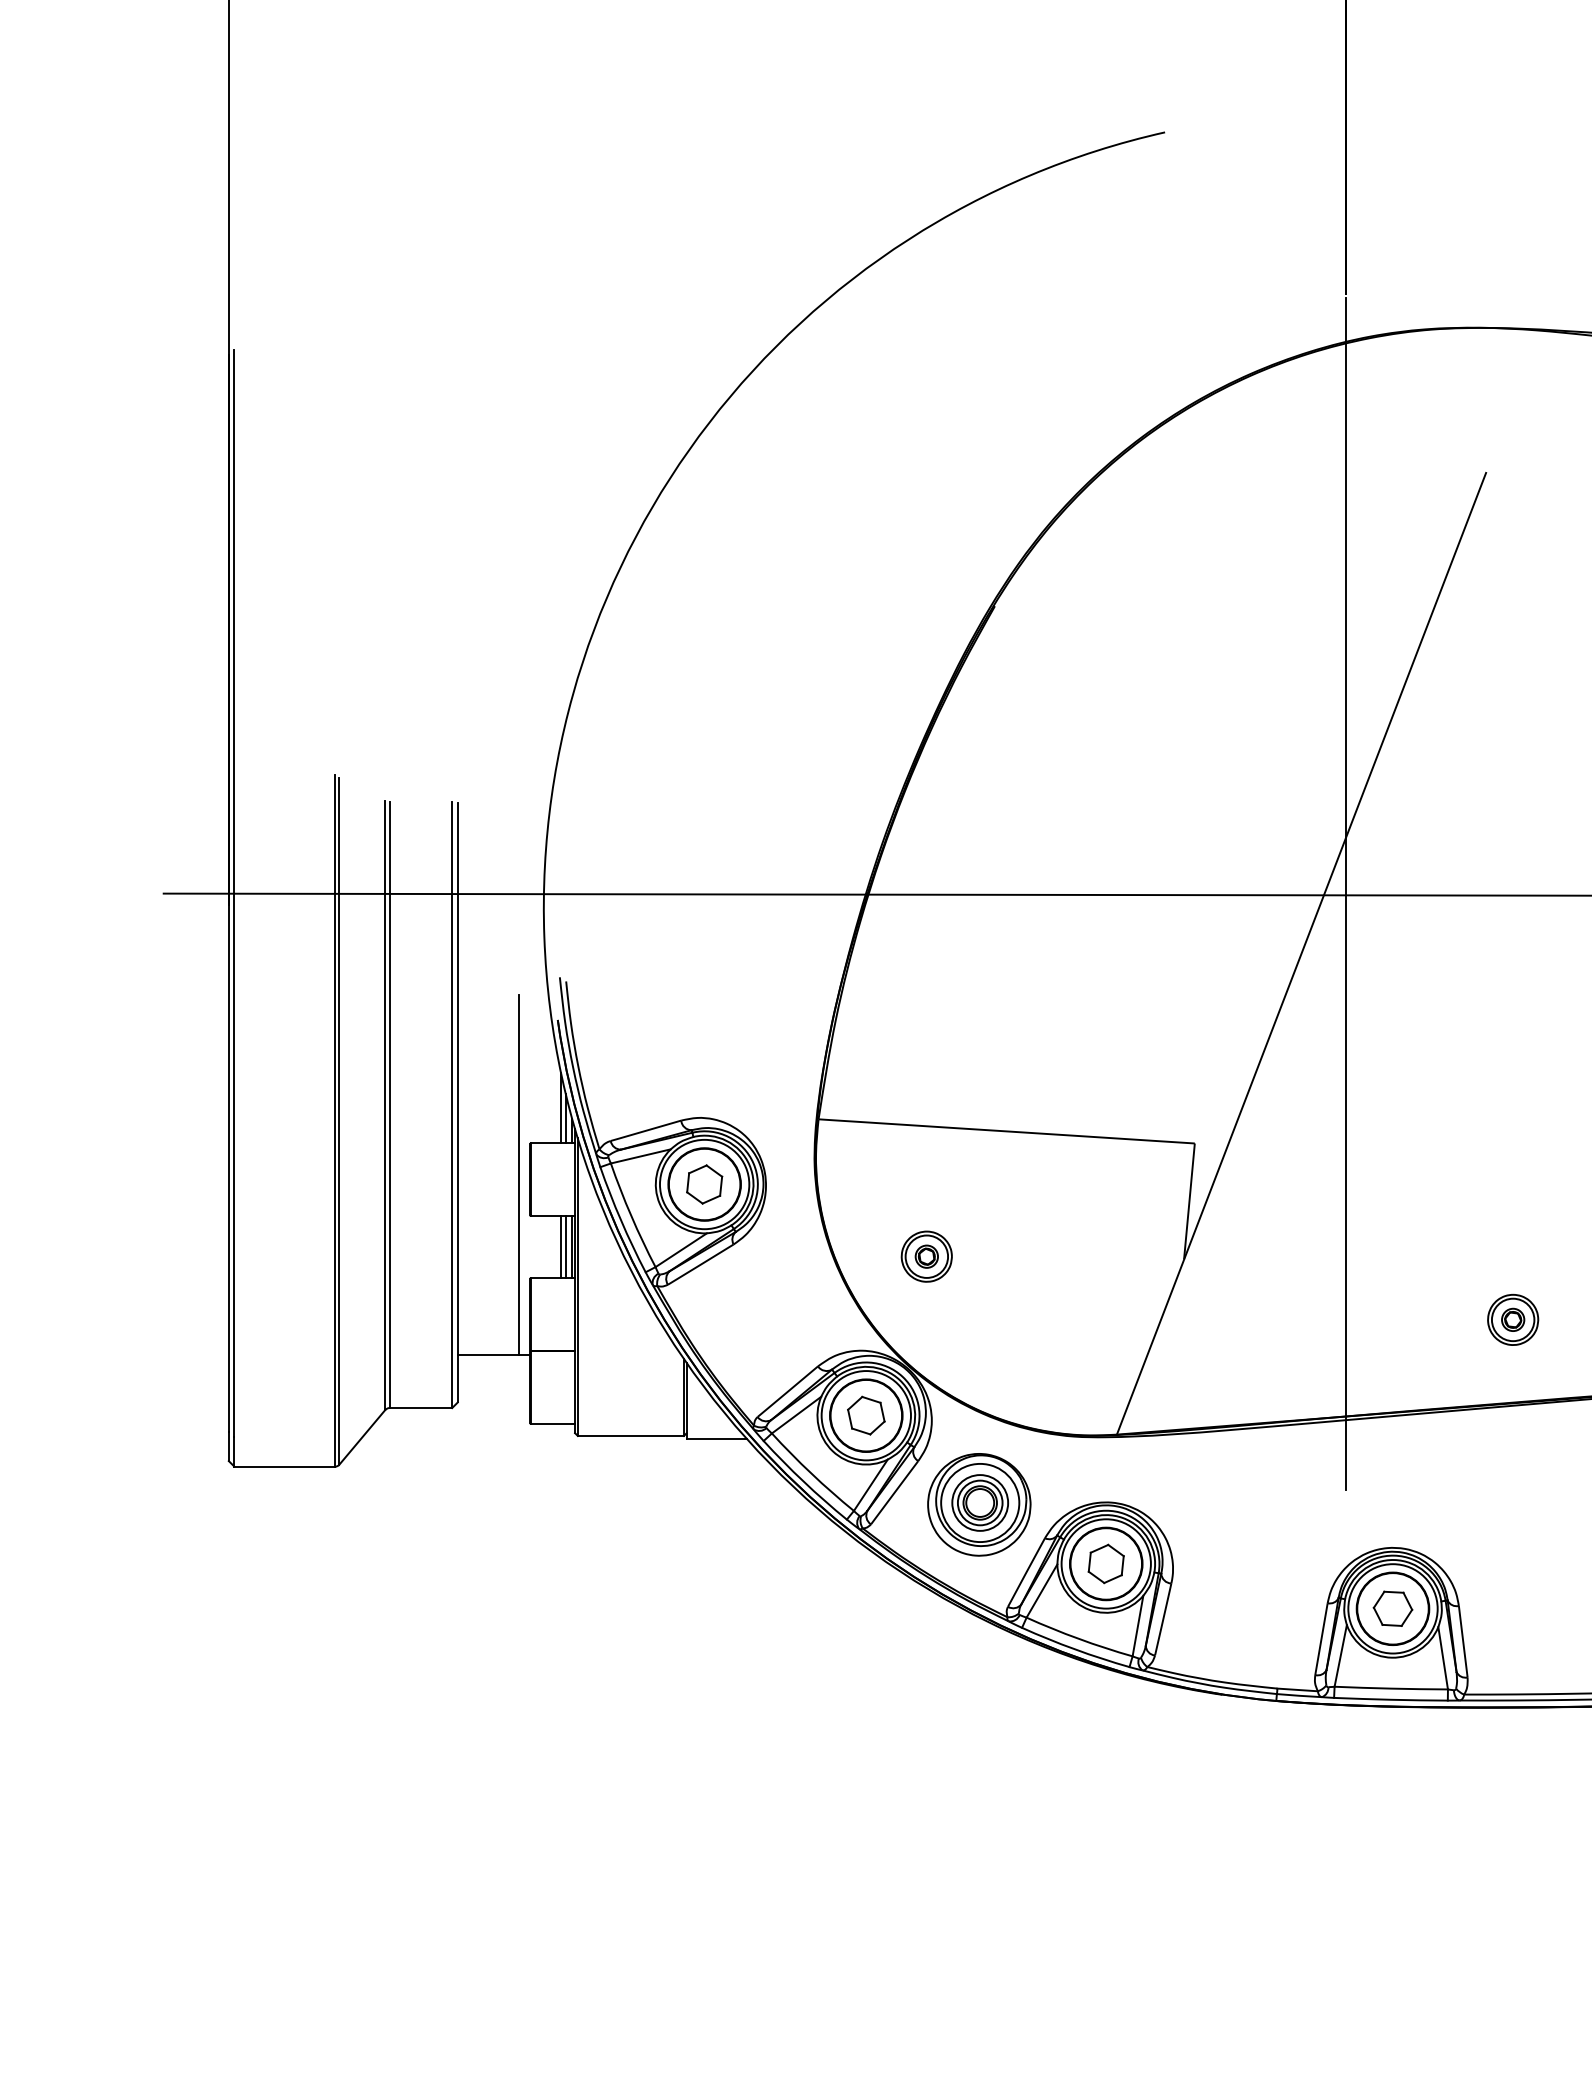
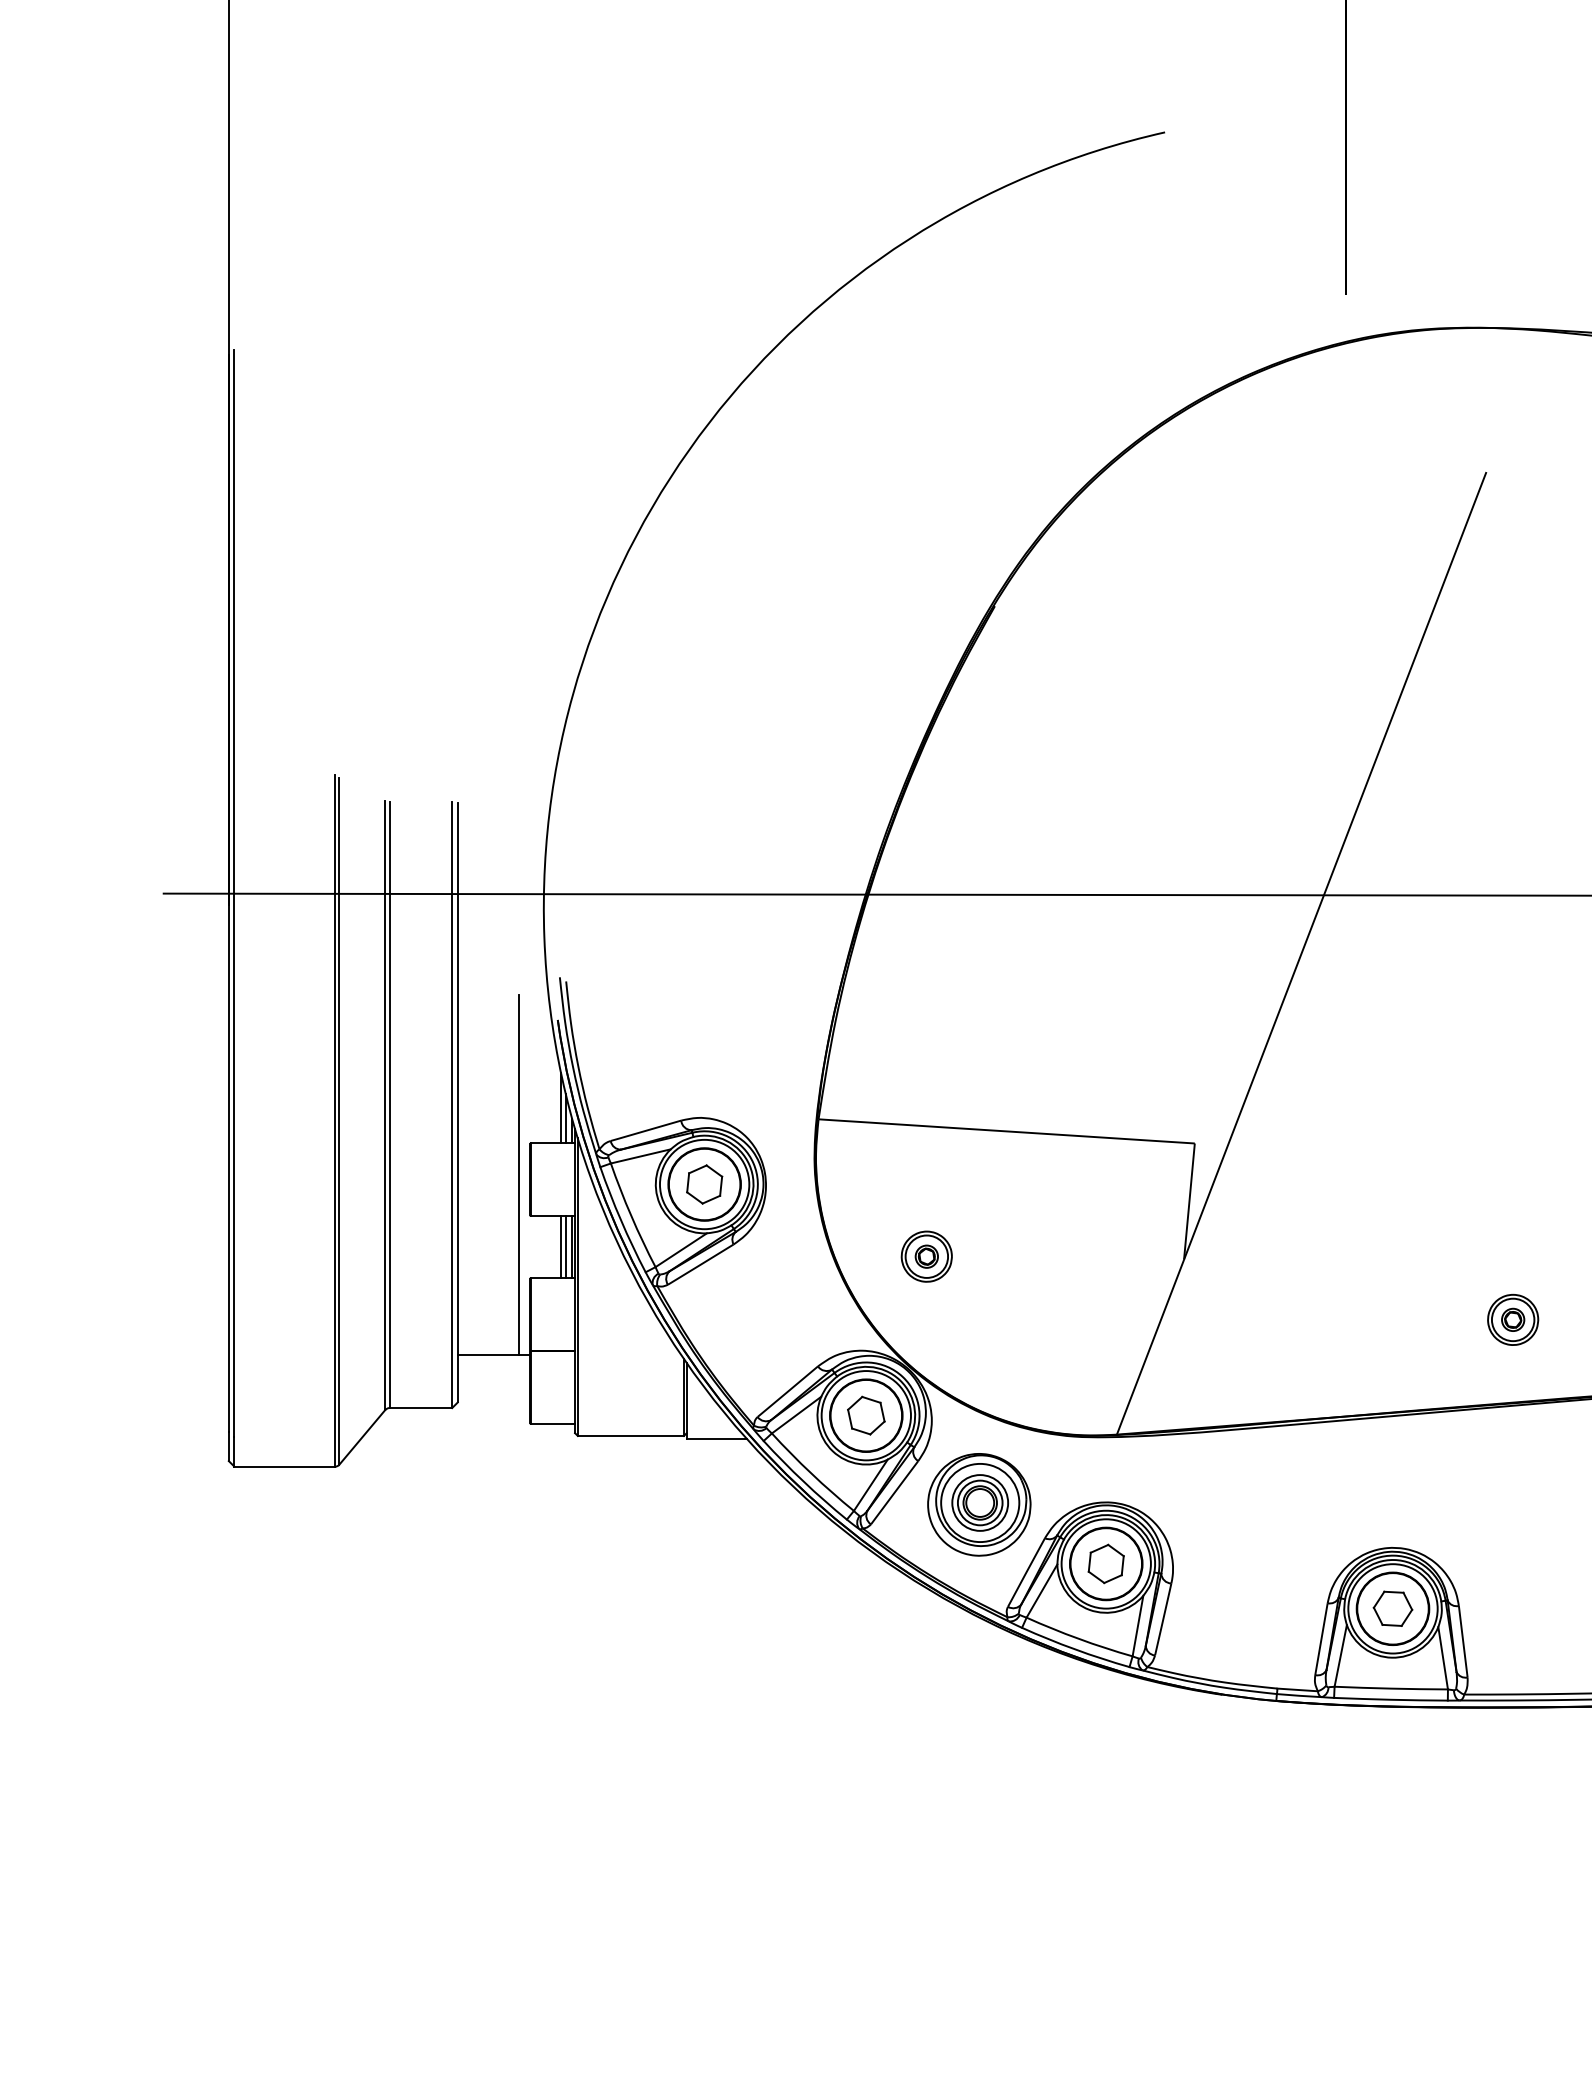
line at (1345, 893): present -> none
